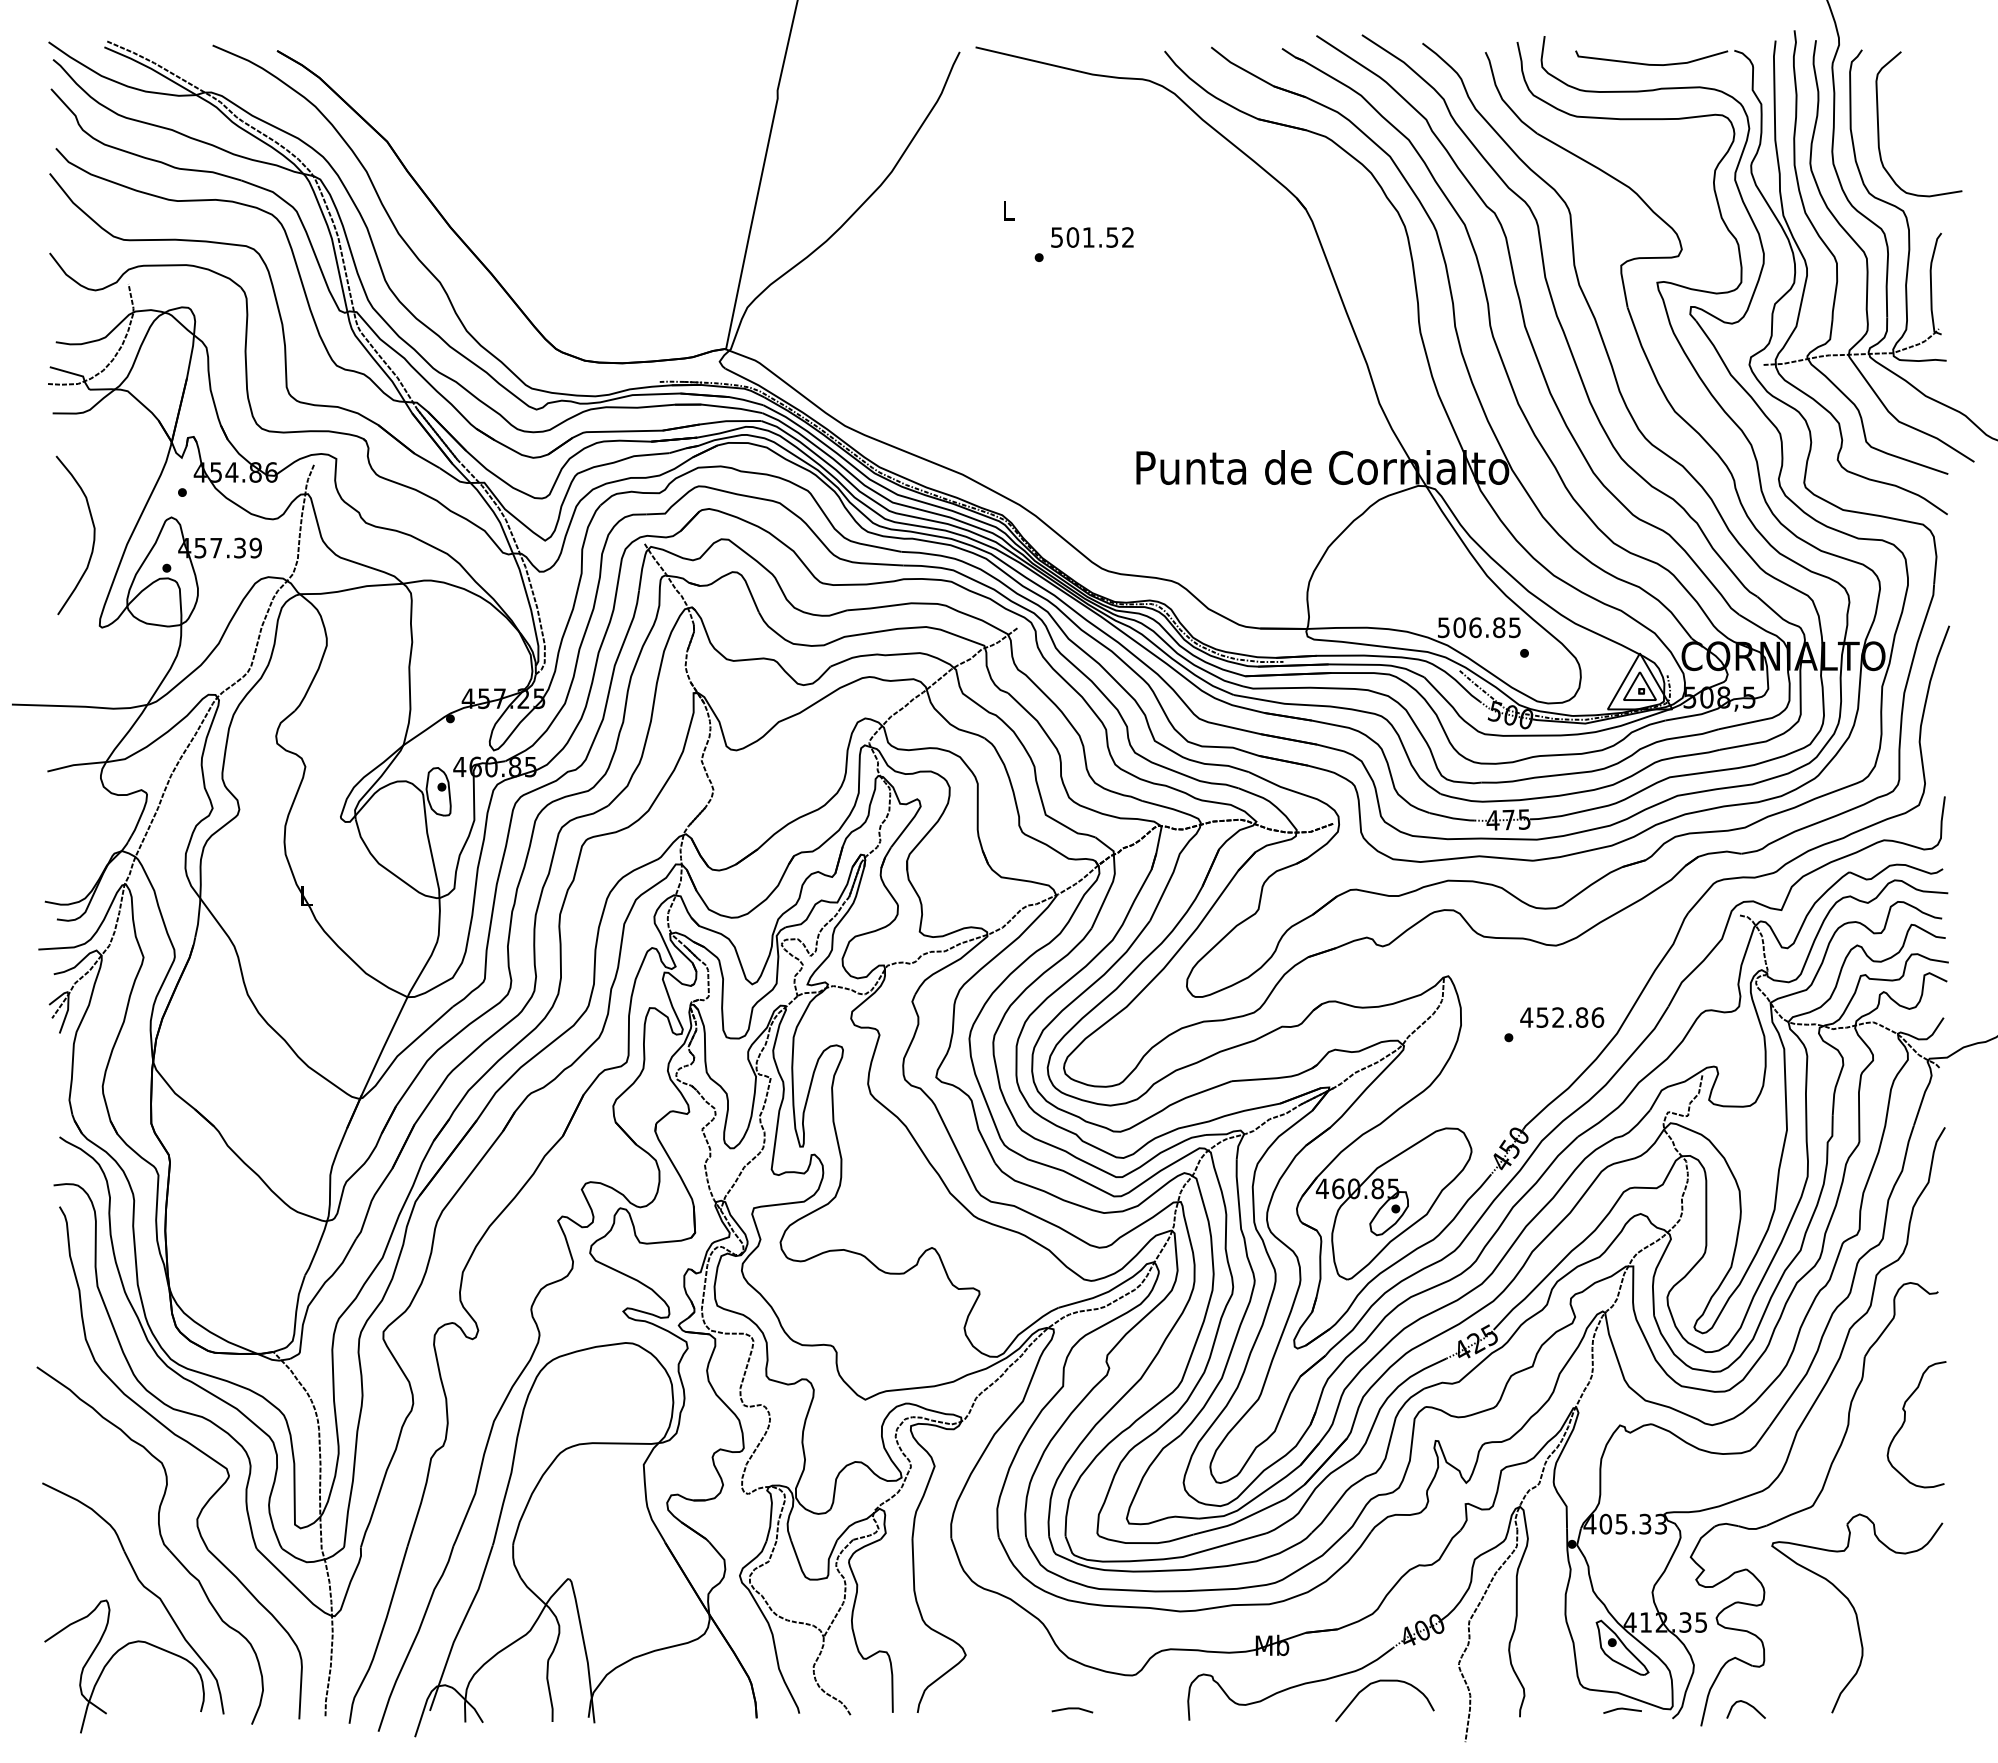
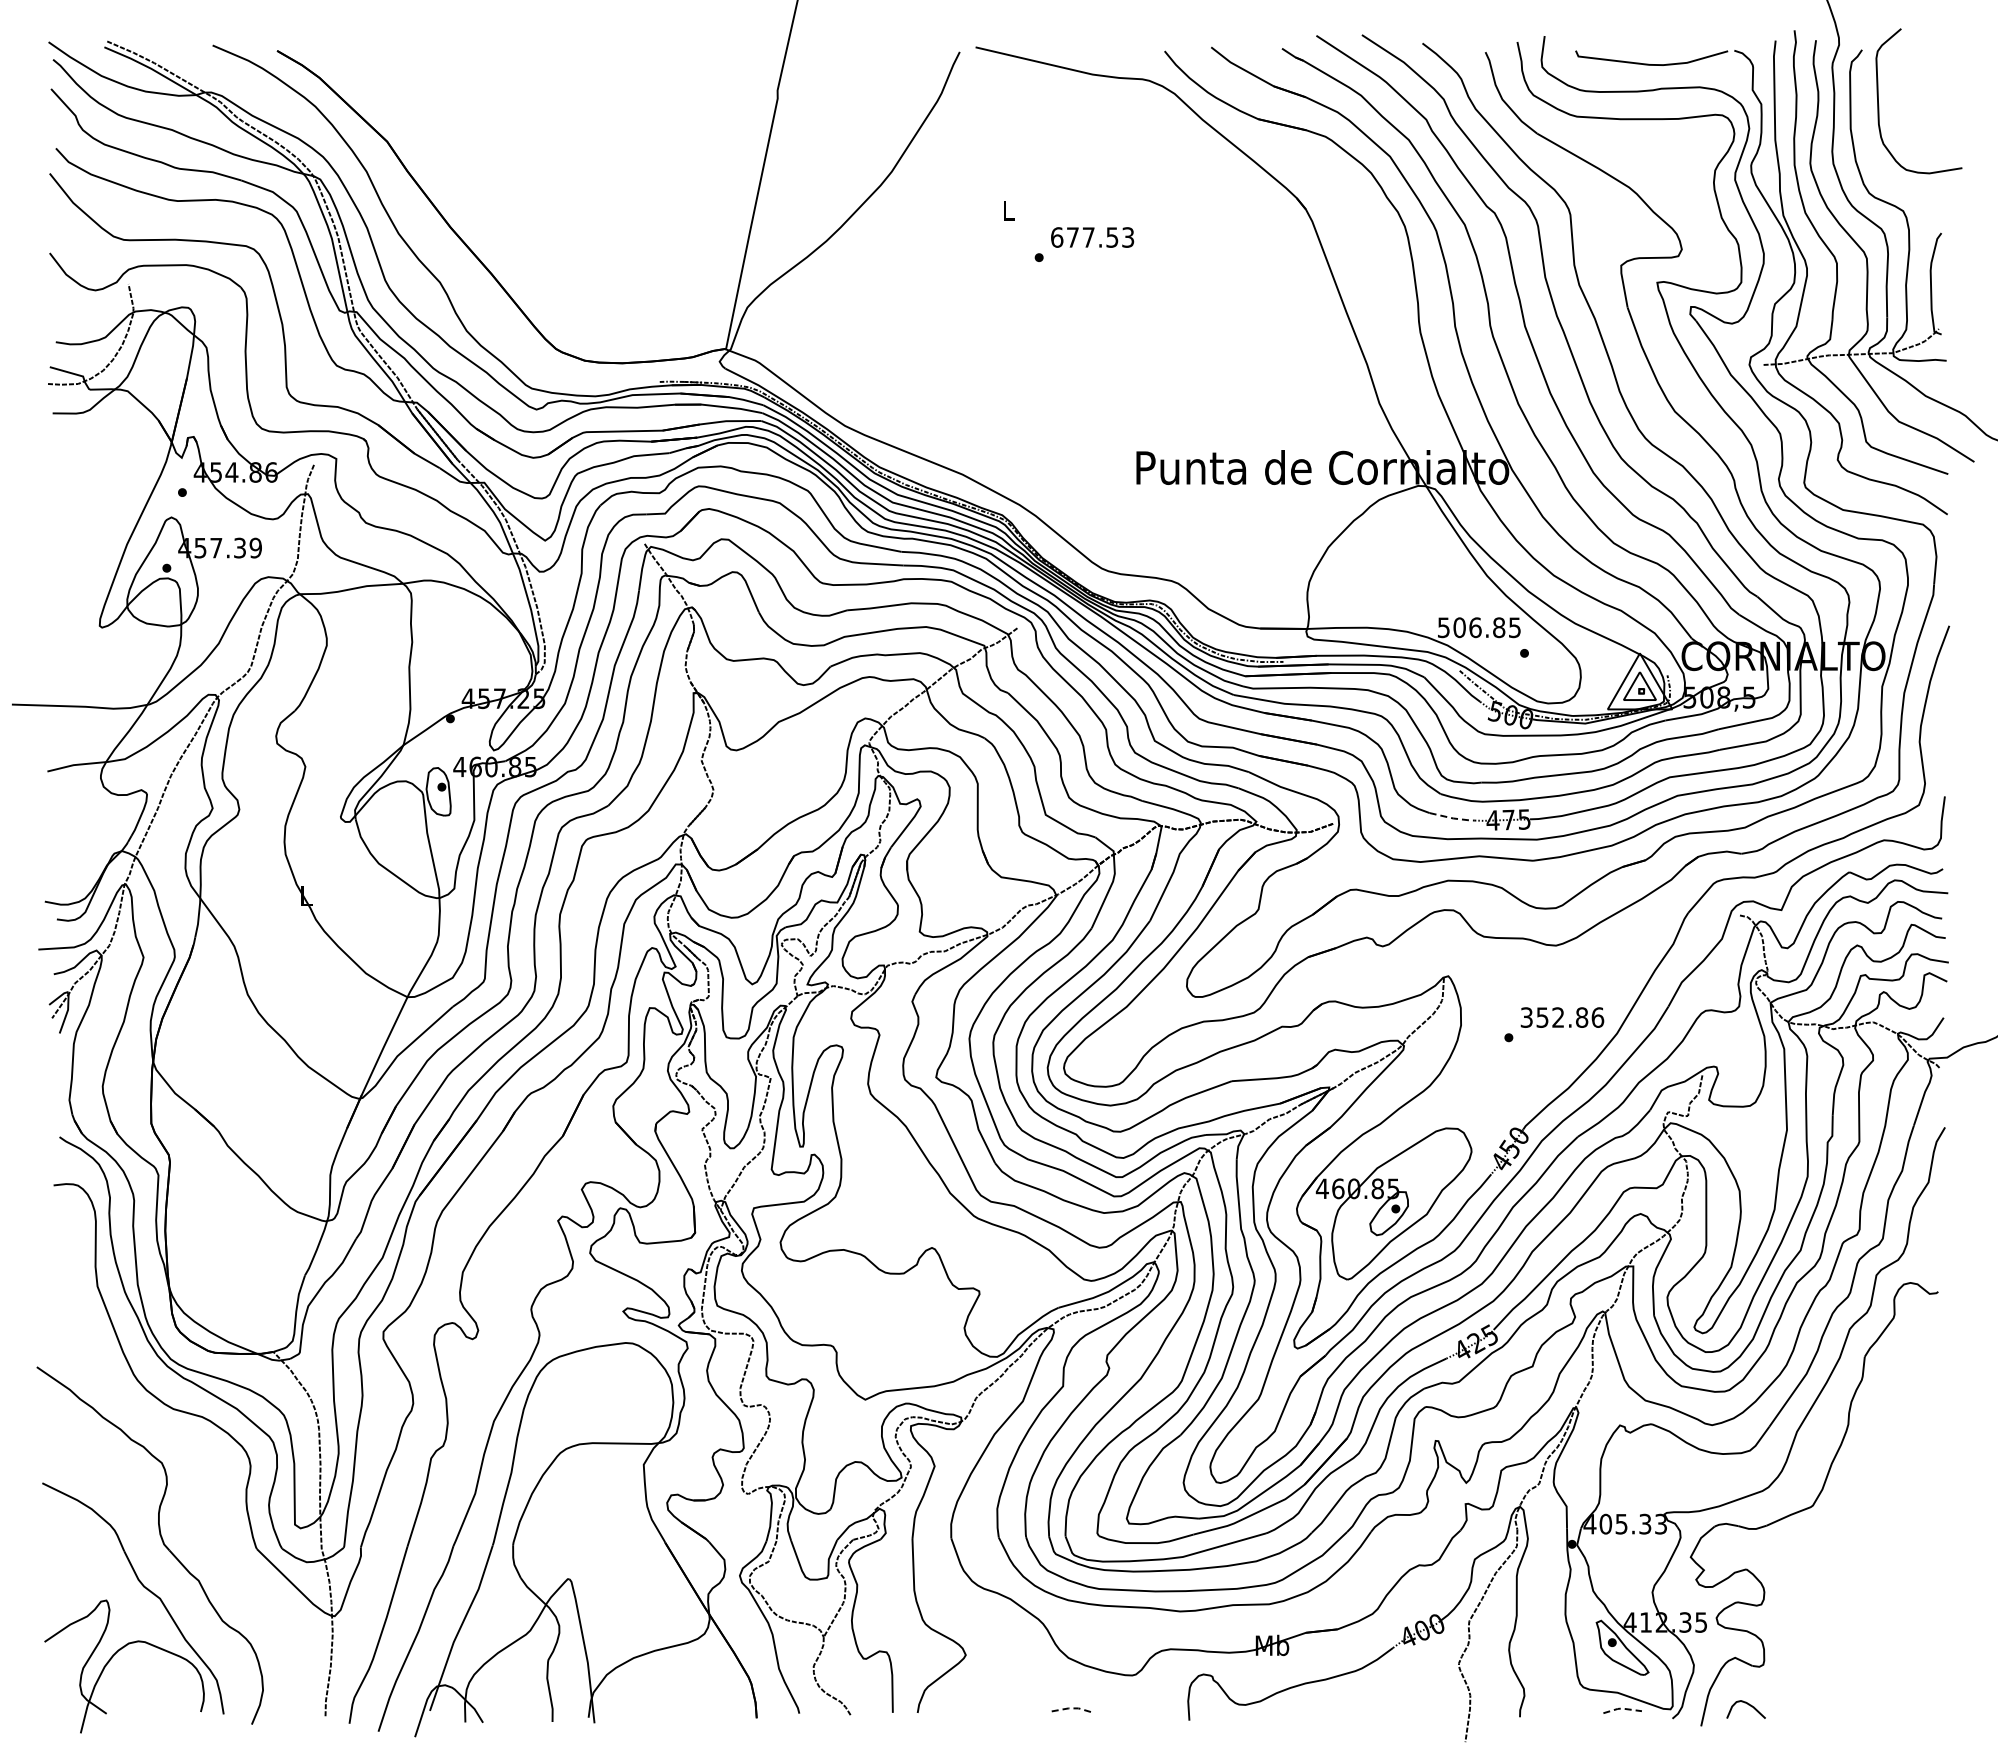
curve at (1879, 128) position: (1879, 128) -> (1879, 105)
text at (1092, 237): 501.52 -> 677.53
curve at (93, 535): present -> none
line at (1453, 818): solid -> dashed
text at (1526, 1017): 452.86 -> 352.86
curve at (1905, 1421): present -> none
part at (190, 1445): present -> none
part at (1857, 1613): present -> none
curve at (1378, 1682): present -> none
line at (1072, 1708): solid -> dashed
line at (1622, 1708): solid -> dashed
